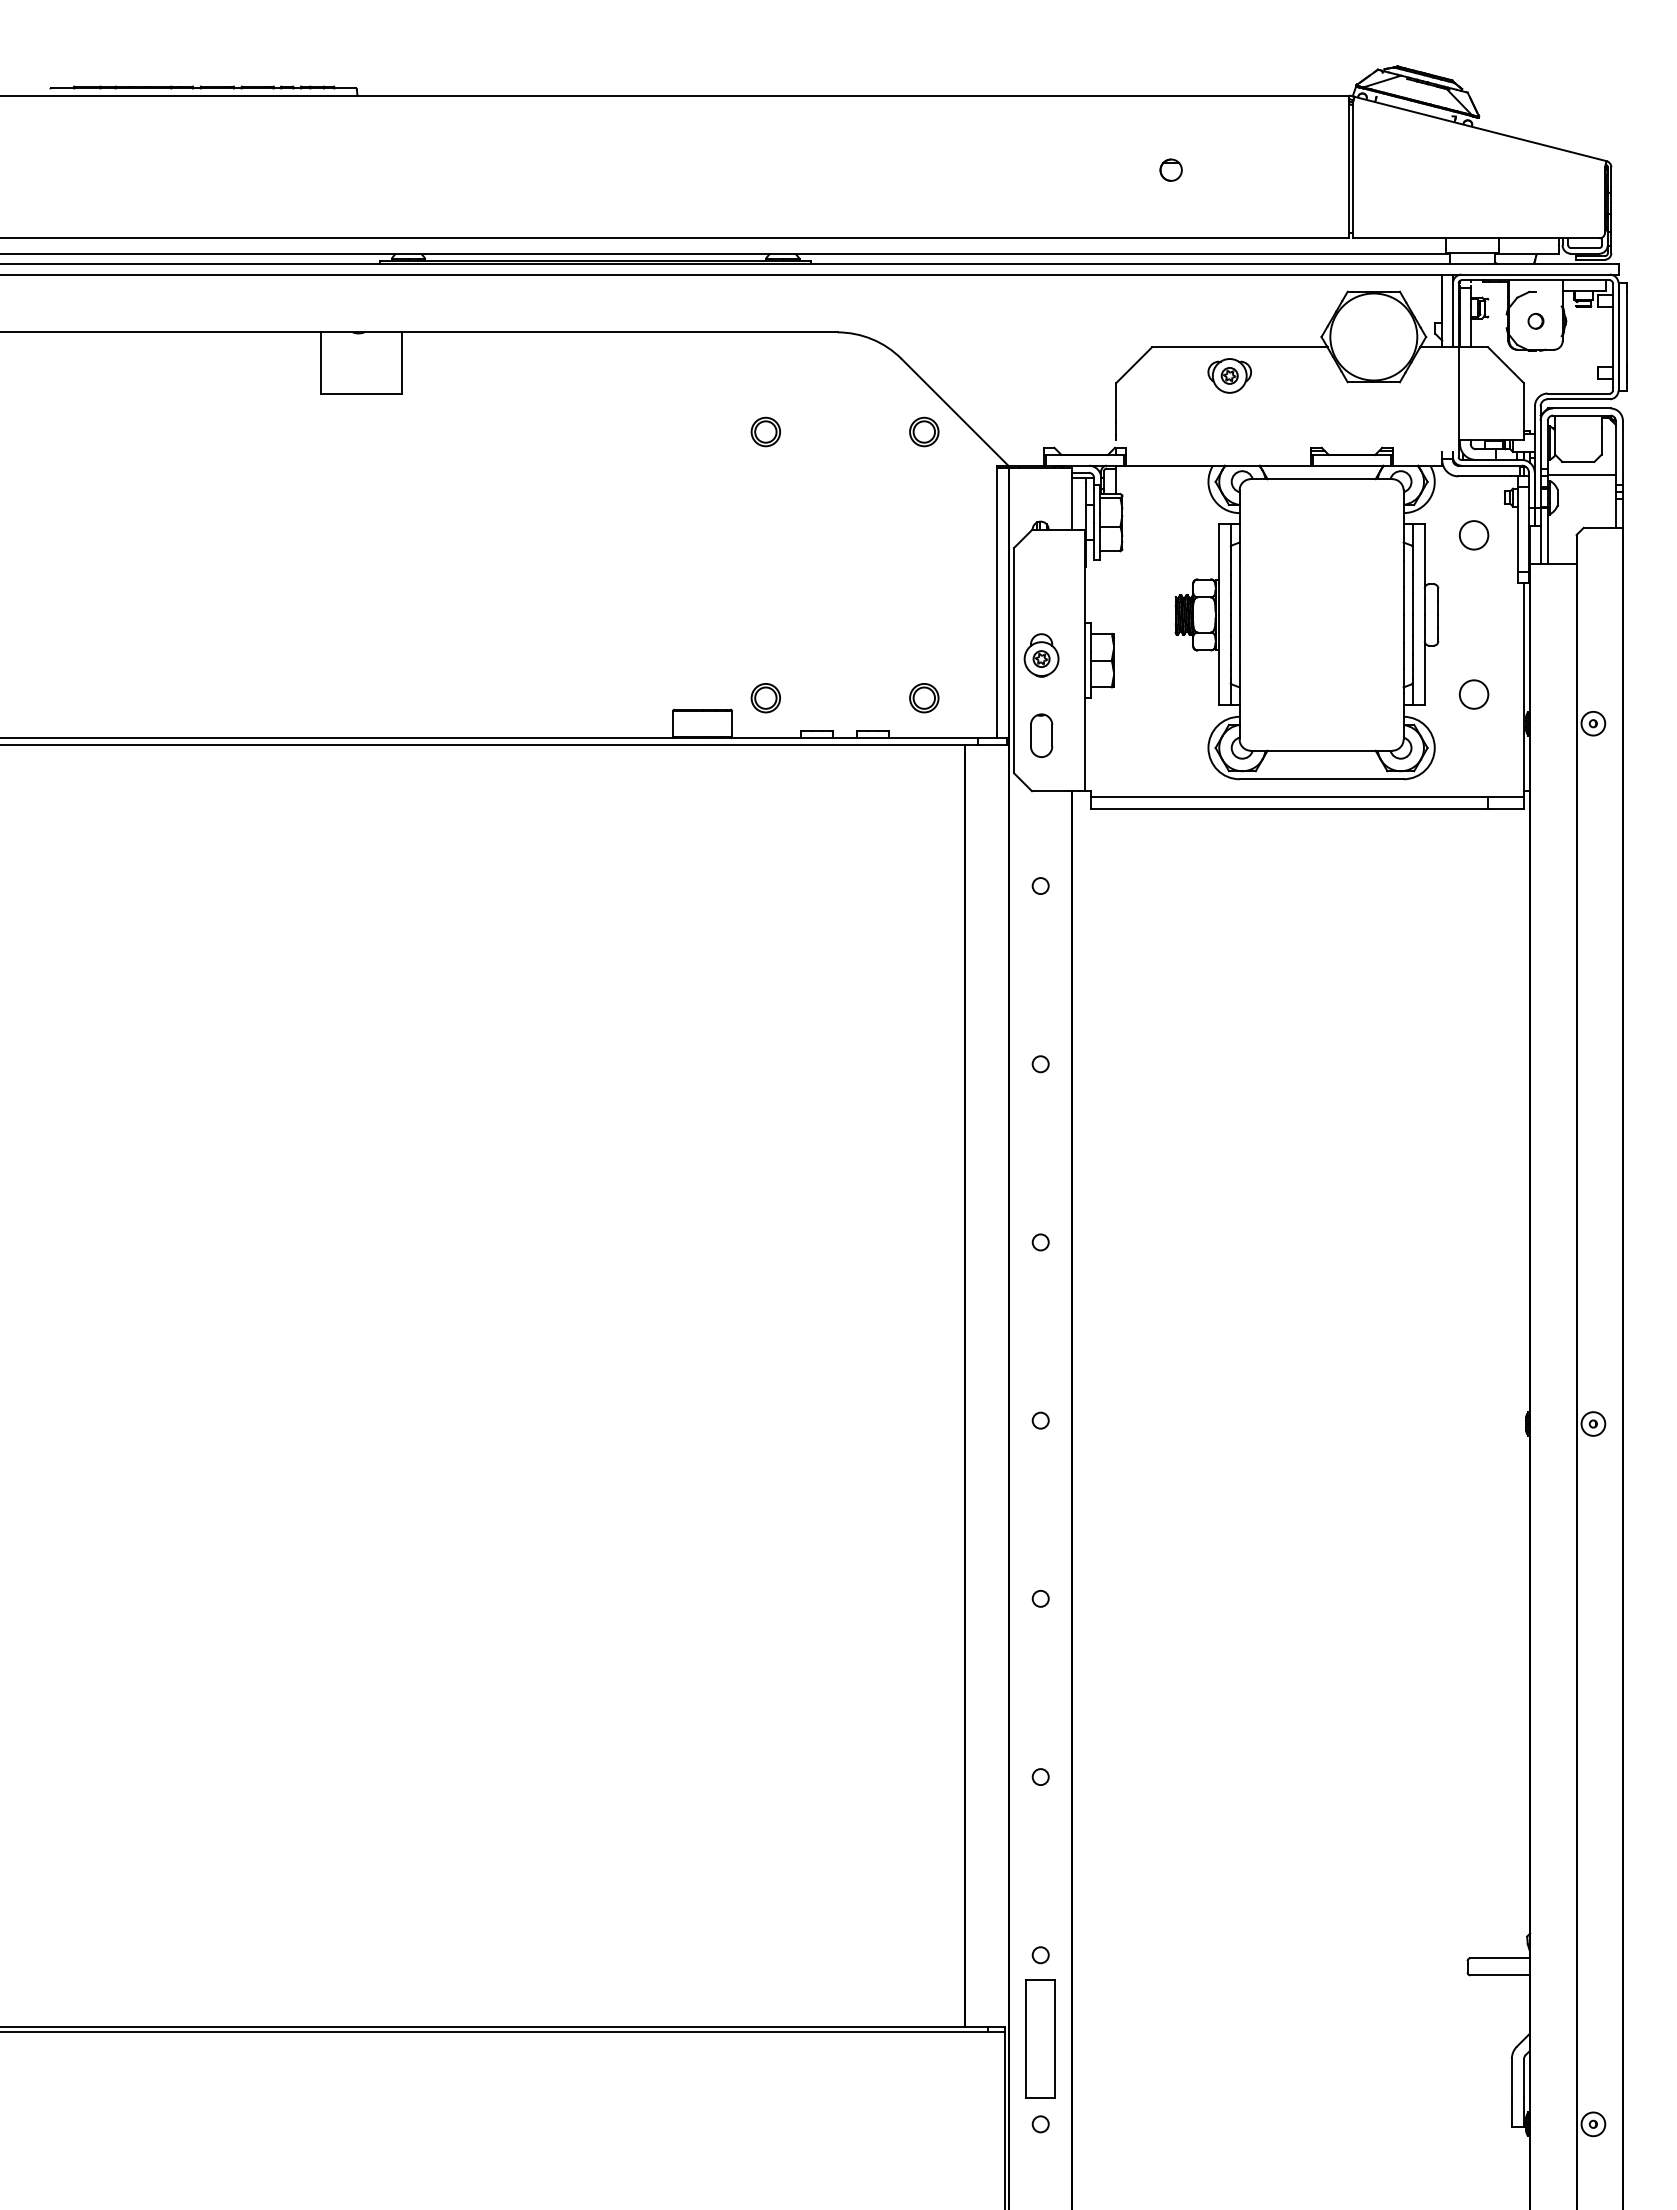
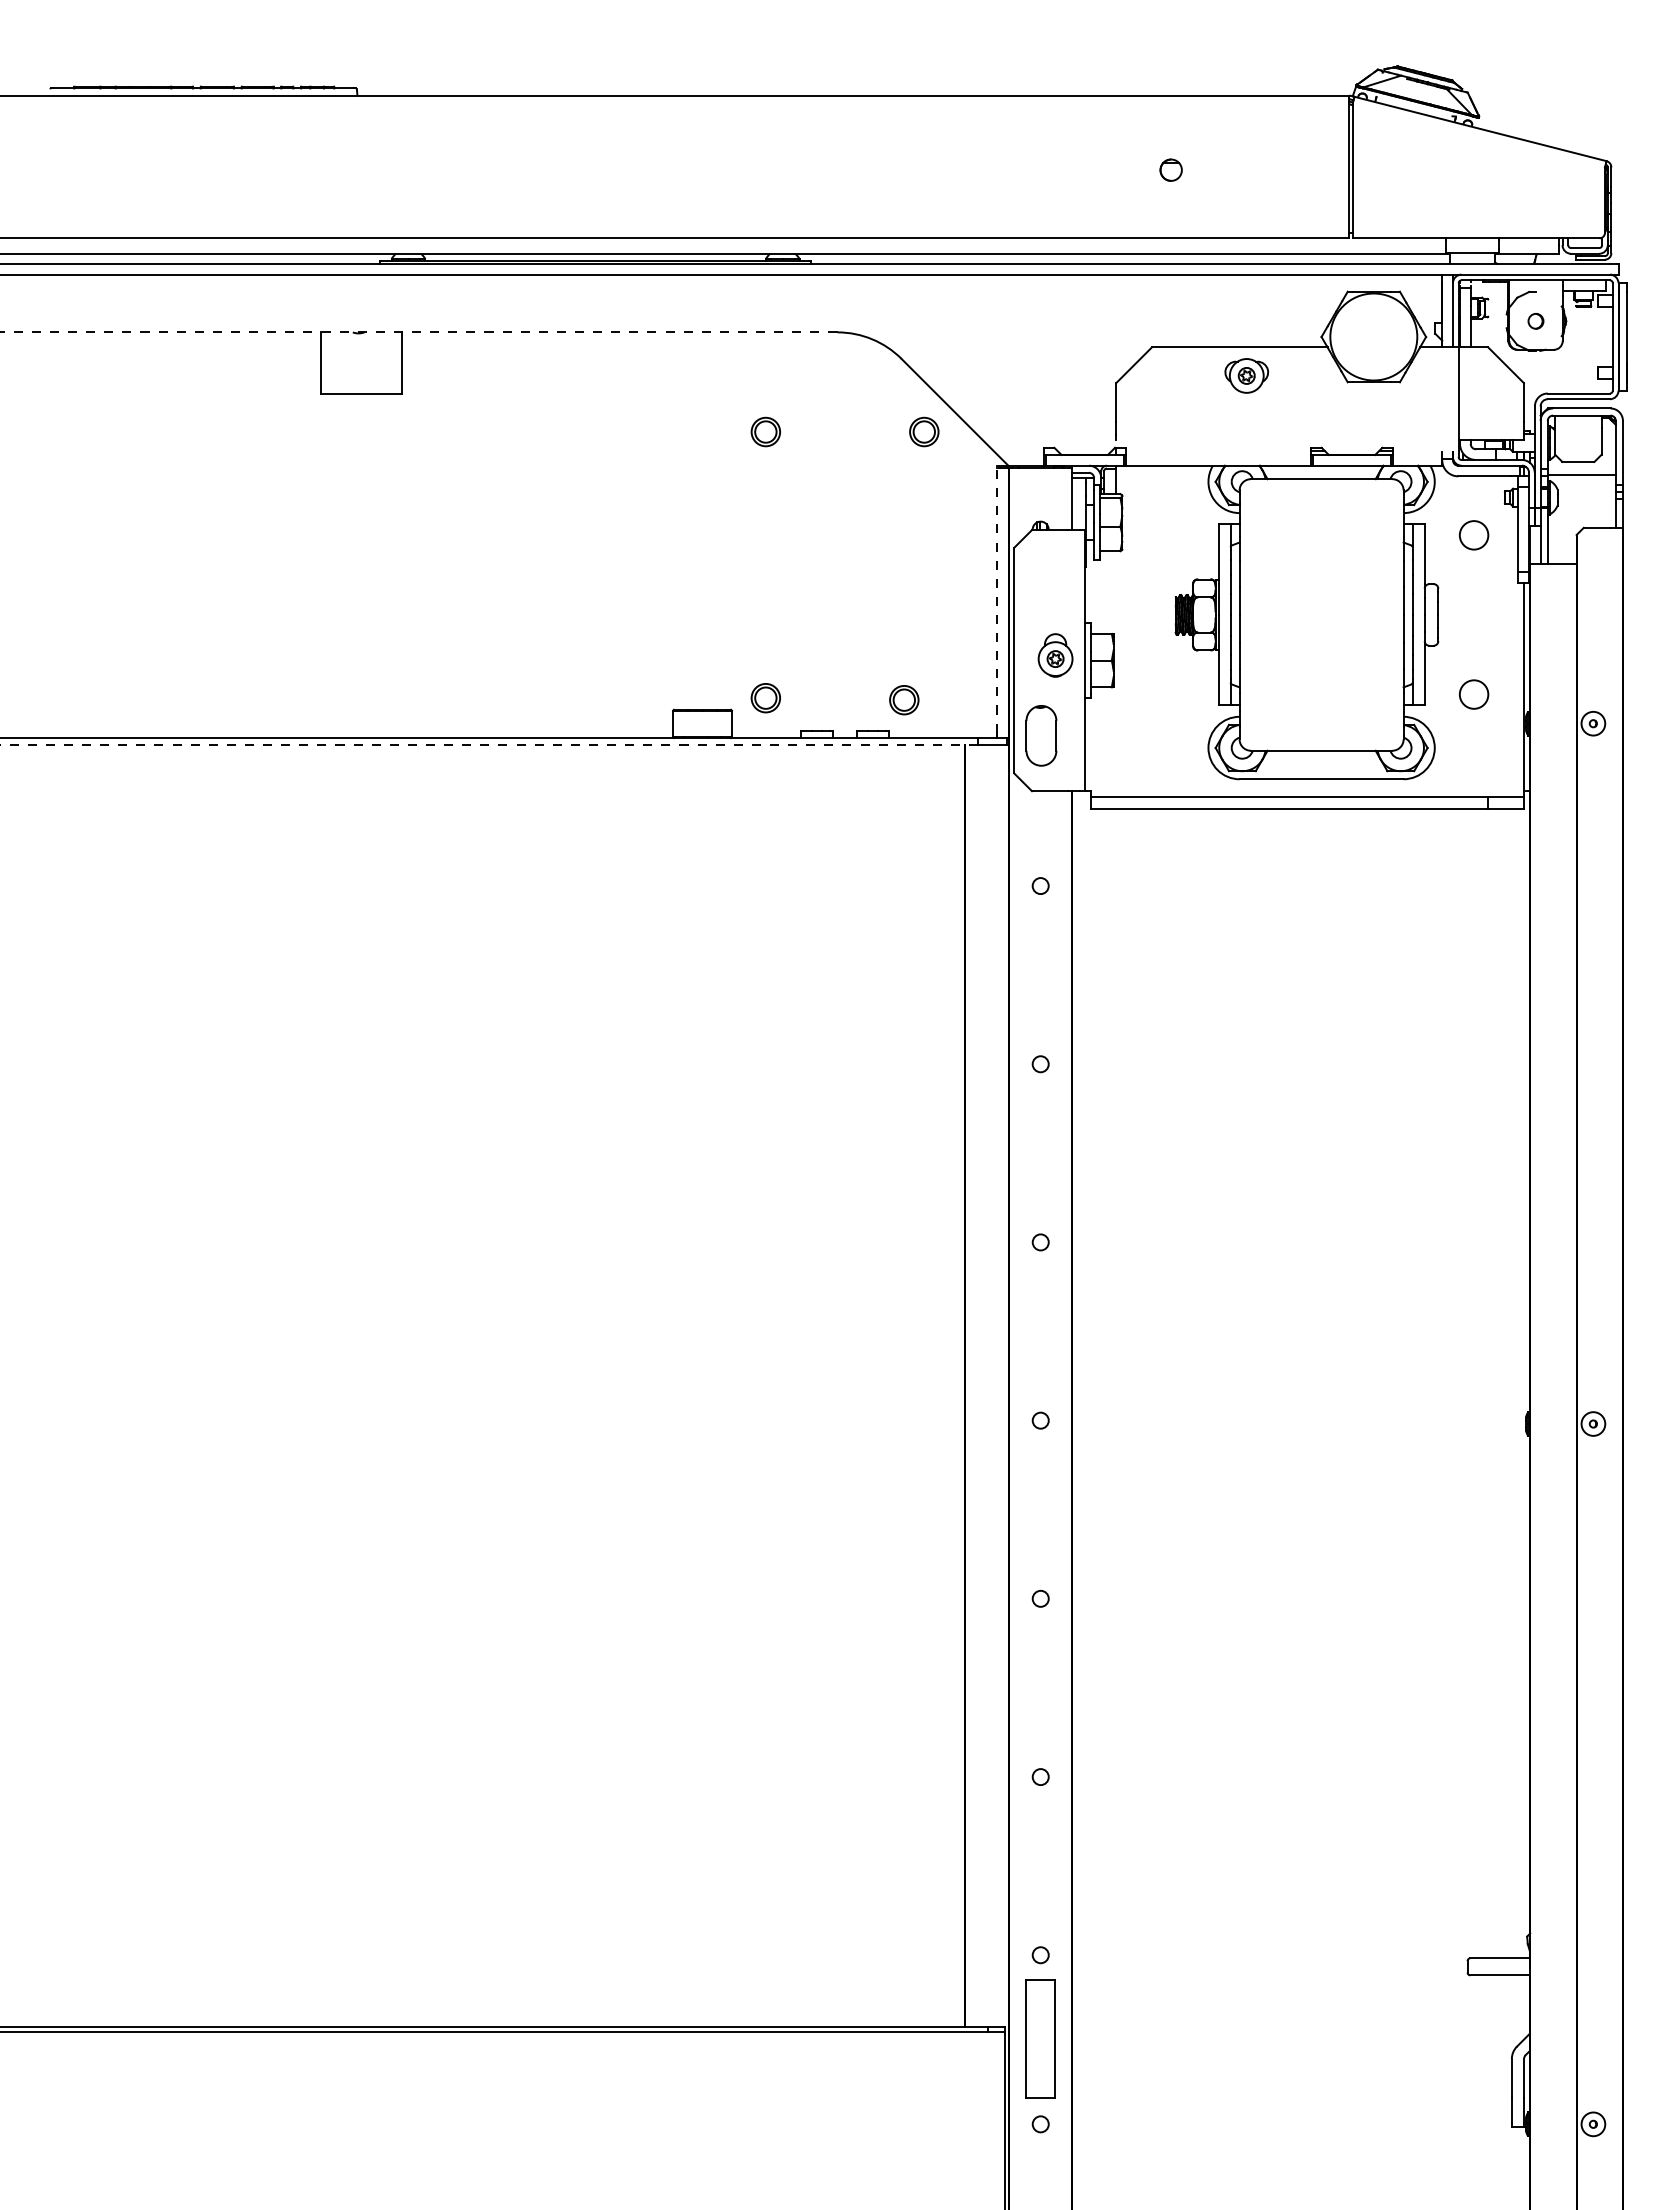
line at (418, 332): solid -> dashed
part at (1229, 375) position: (1229, 375) -> (1246, 375)
line at (996, 598): solid -> dashed
part at (1041, 655) position: (1041, 655) -> (1055, 655)
part at (924, 698) position: (924, 698) -> (904, 700)
part at (1041, 735) size: 24x45 px -> 33x62 px
line at (489, 745): solid -> dashed
